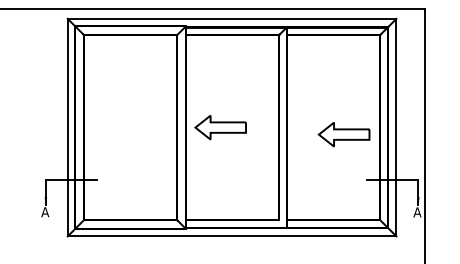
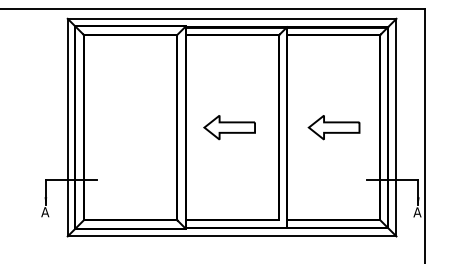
part at (220, 127) position: (220, 127) -> (229, 127)
part at (343, 134) position: (343, 134) -> (333, 127)
